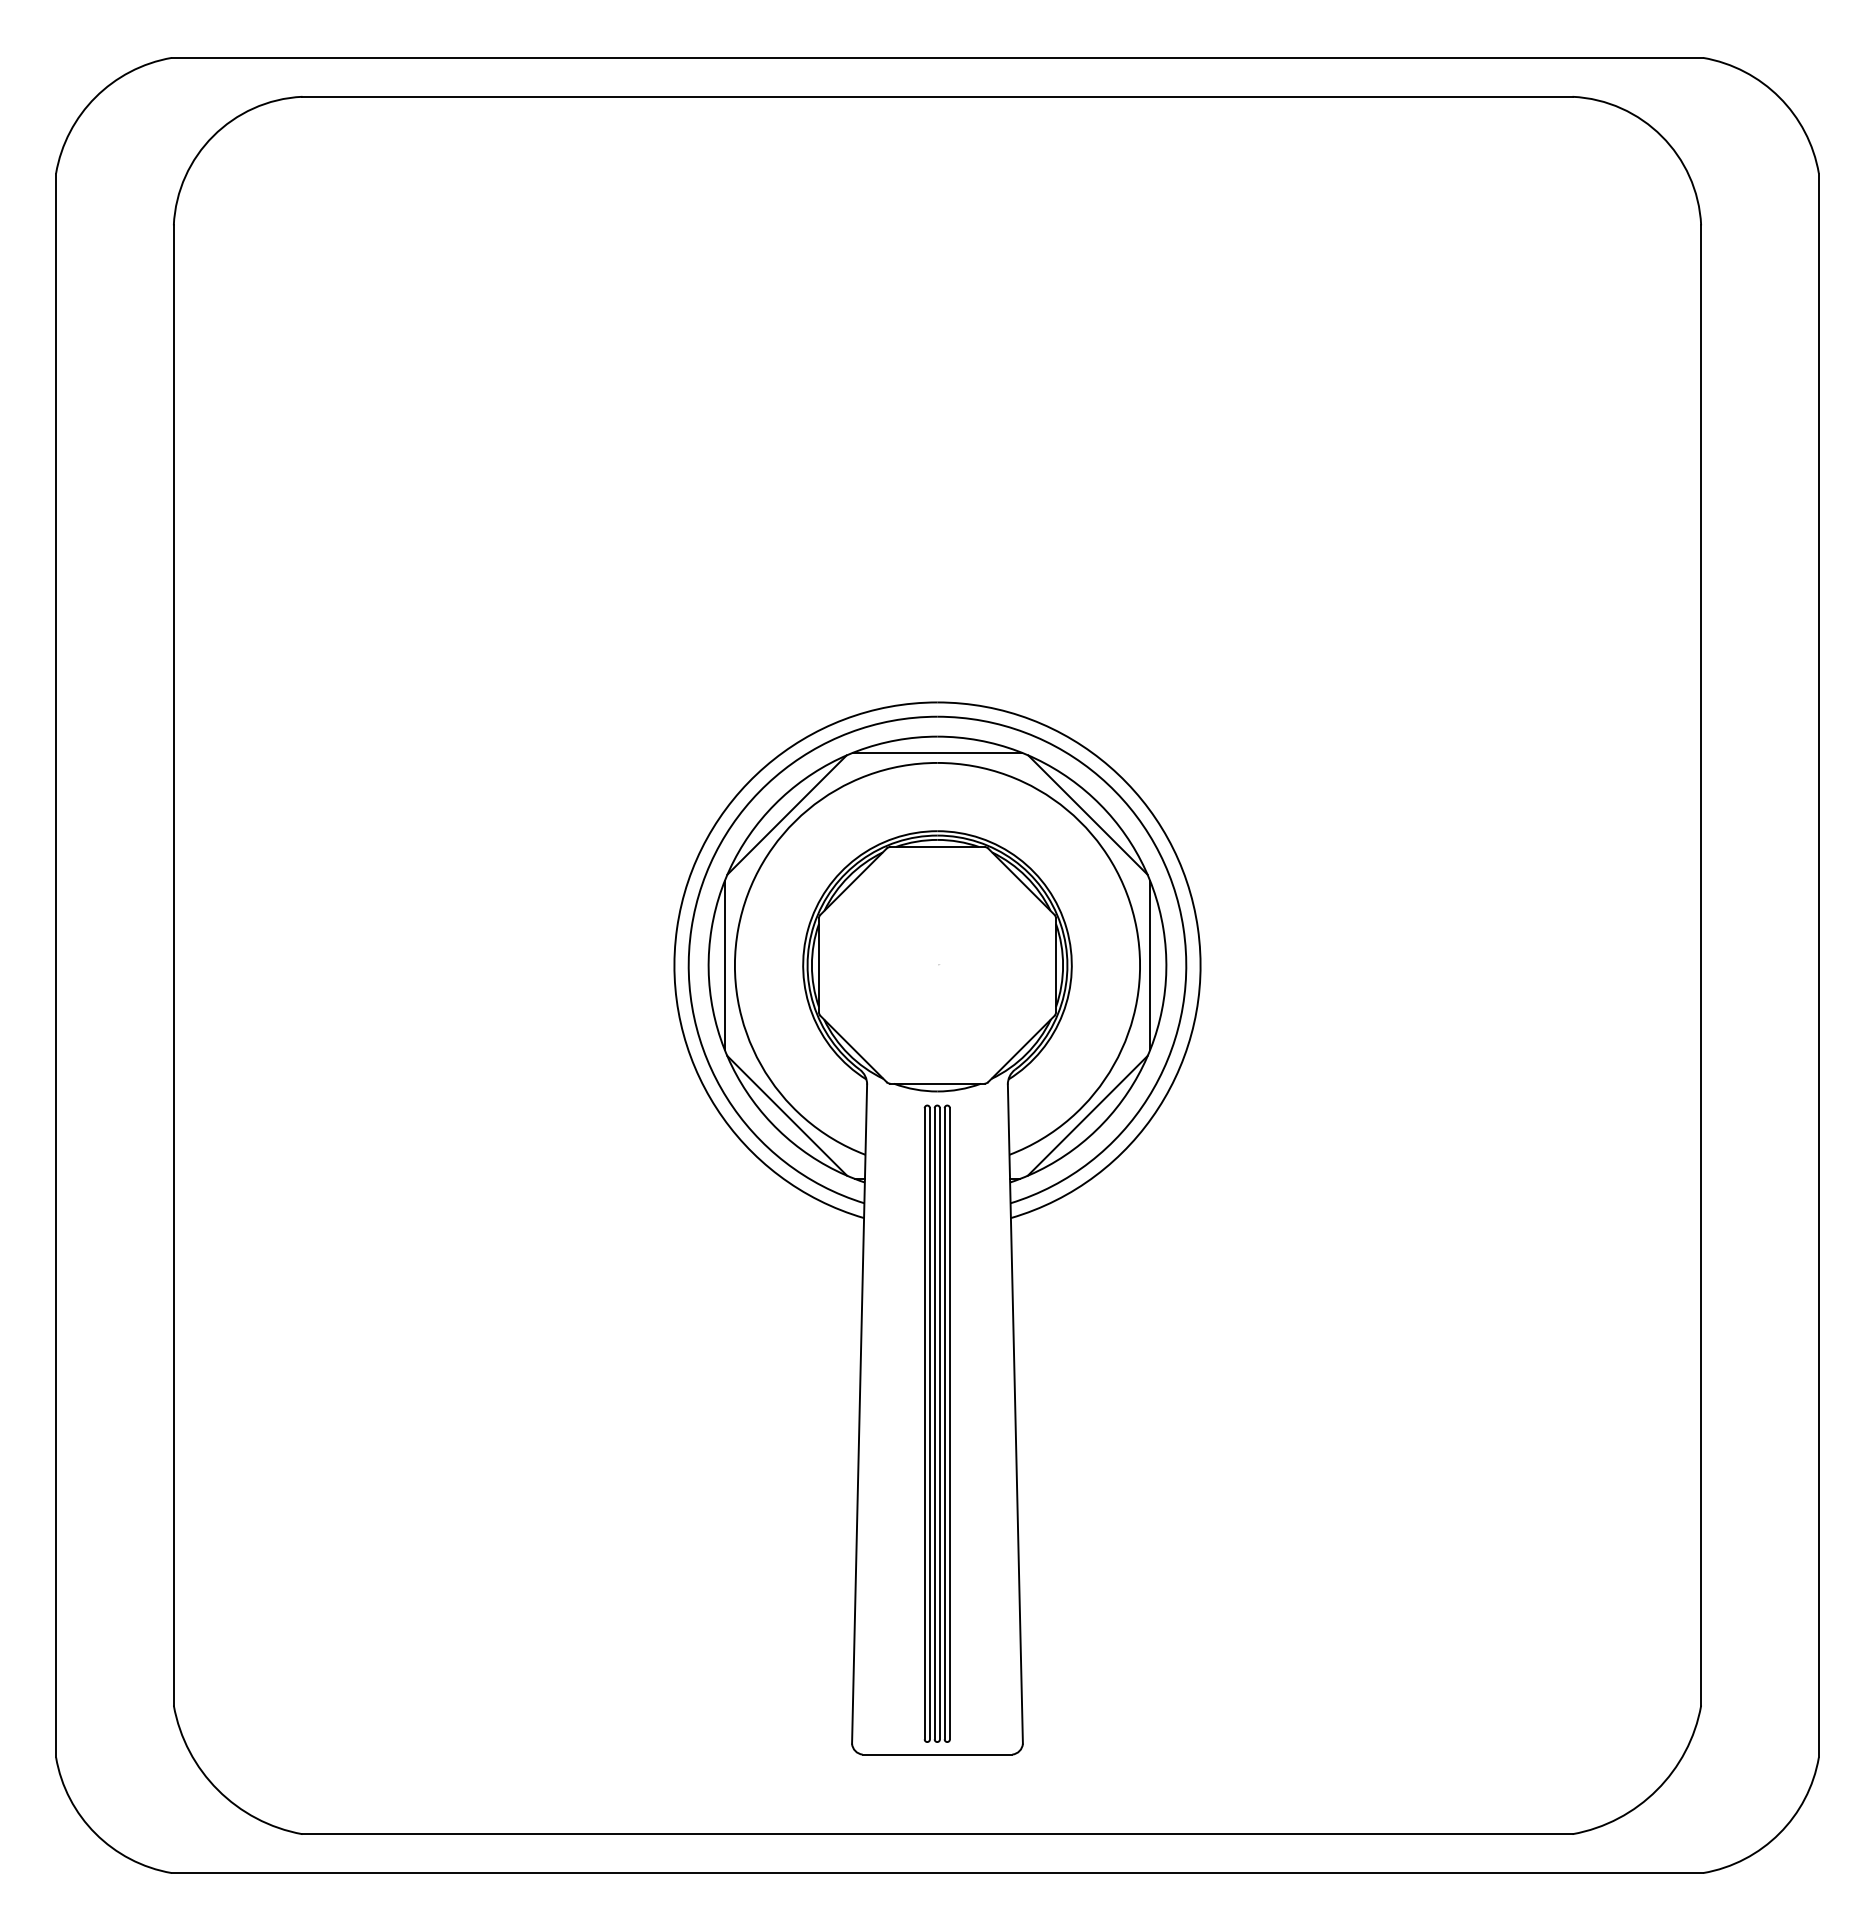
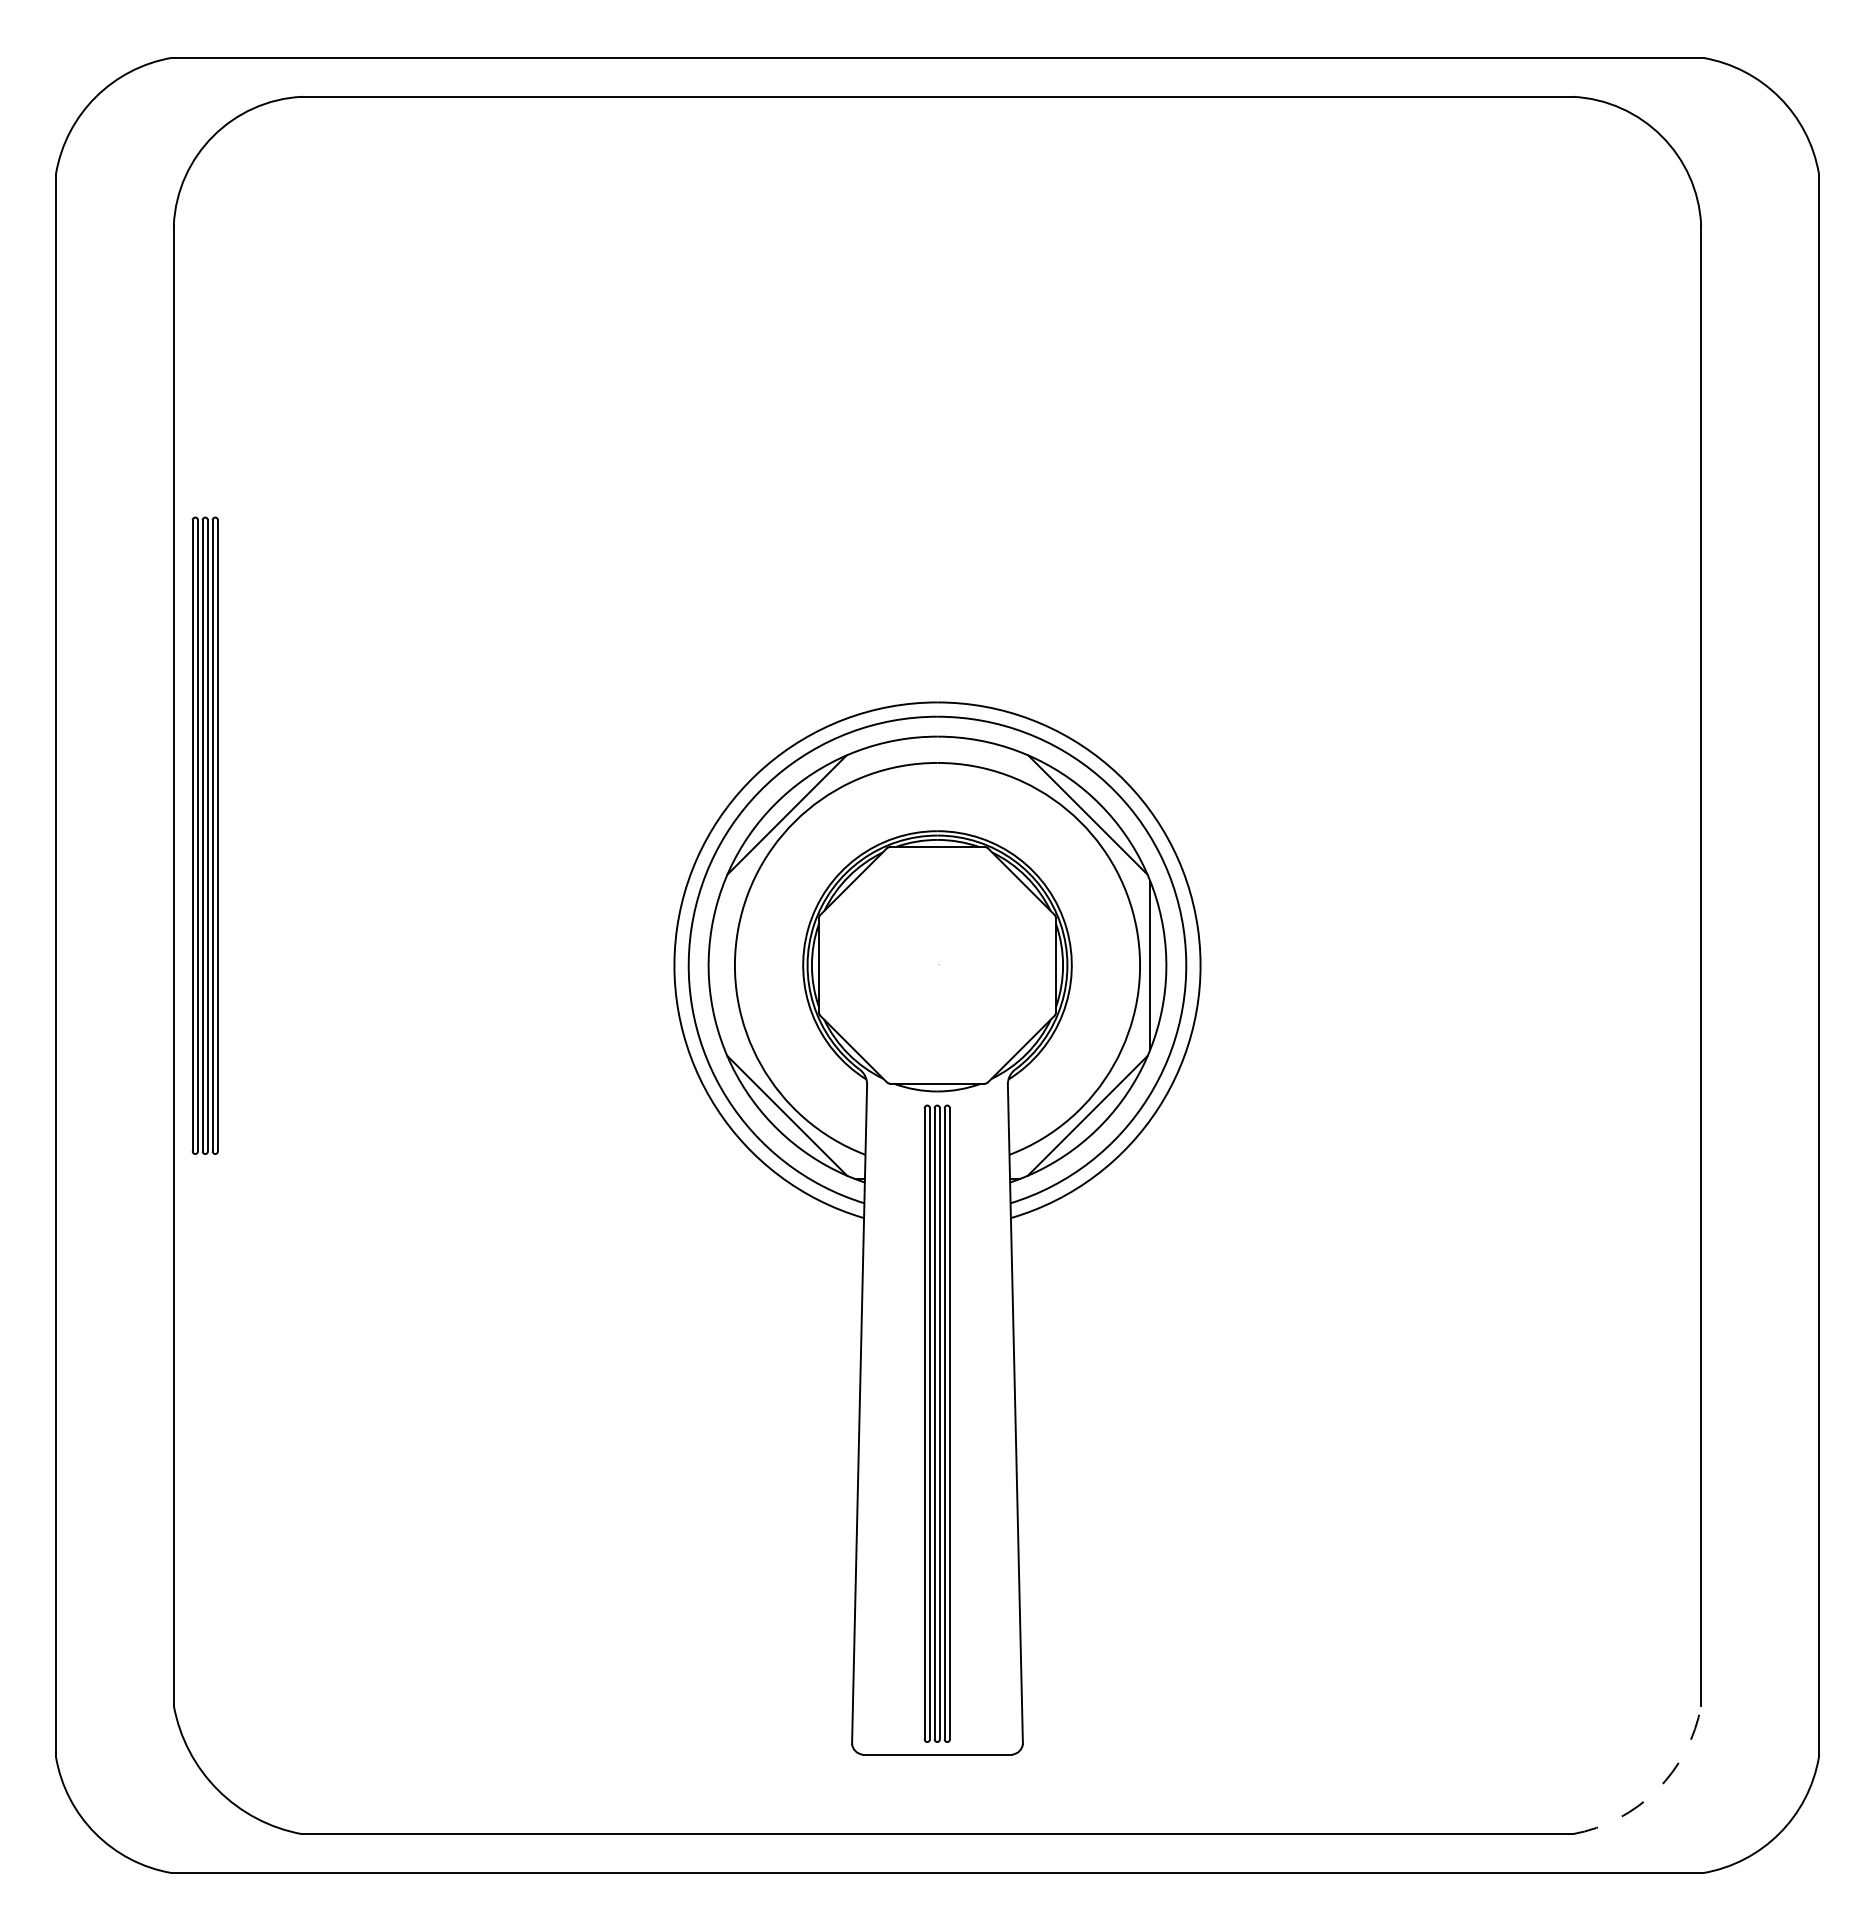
line at (937, 752): present -> none
part at (204, 835): none -> present
line at (724, 965): present -> none
arc at (1657, 1790): solid -> dashed
